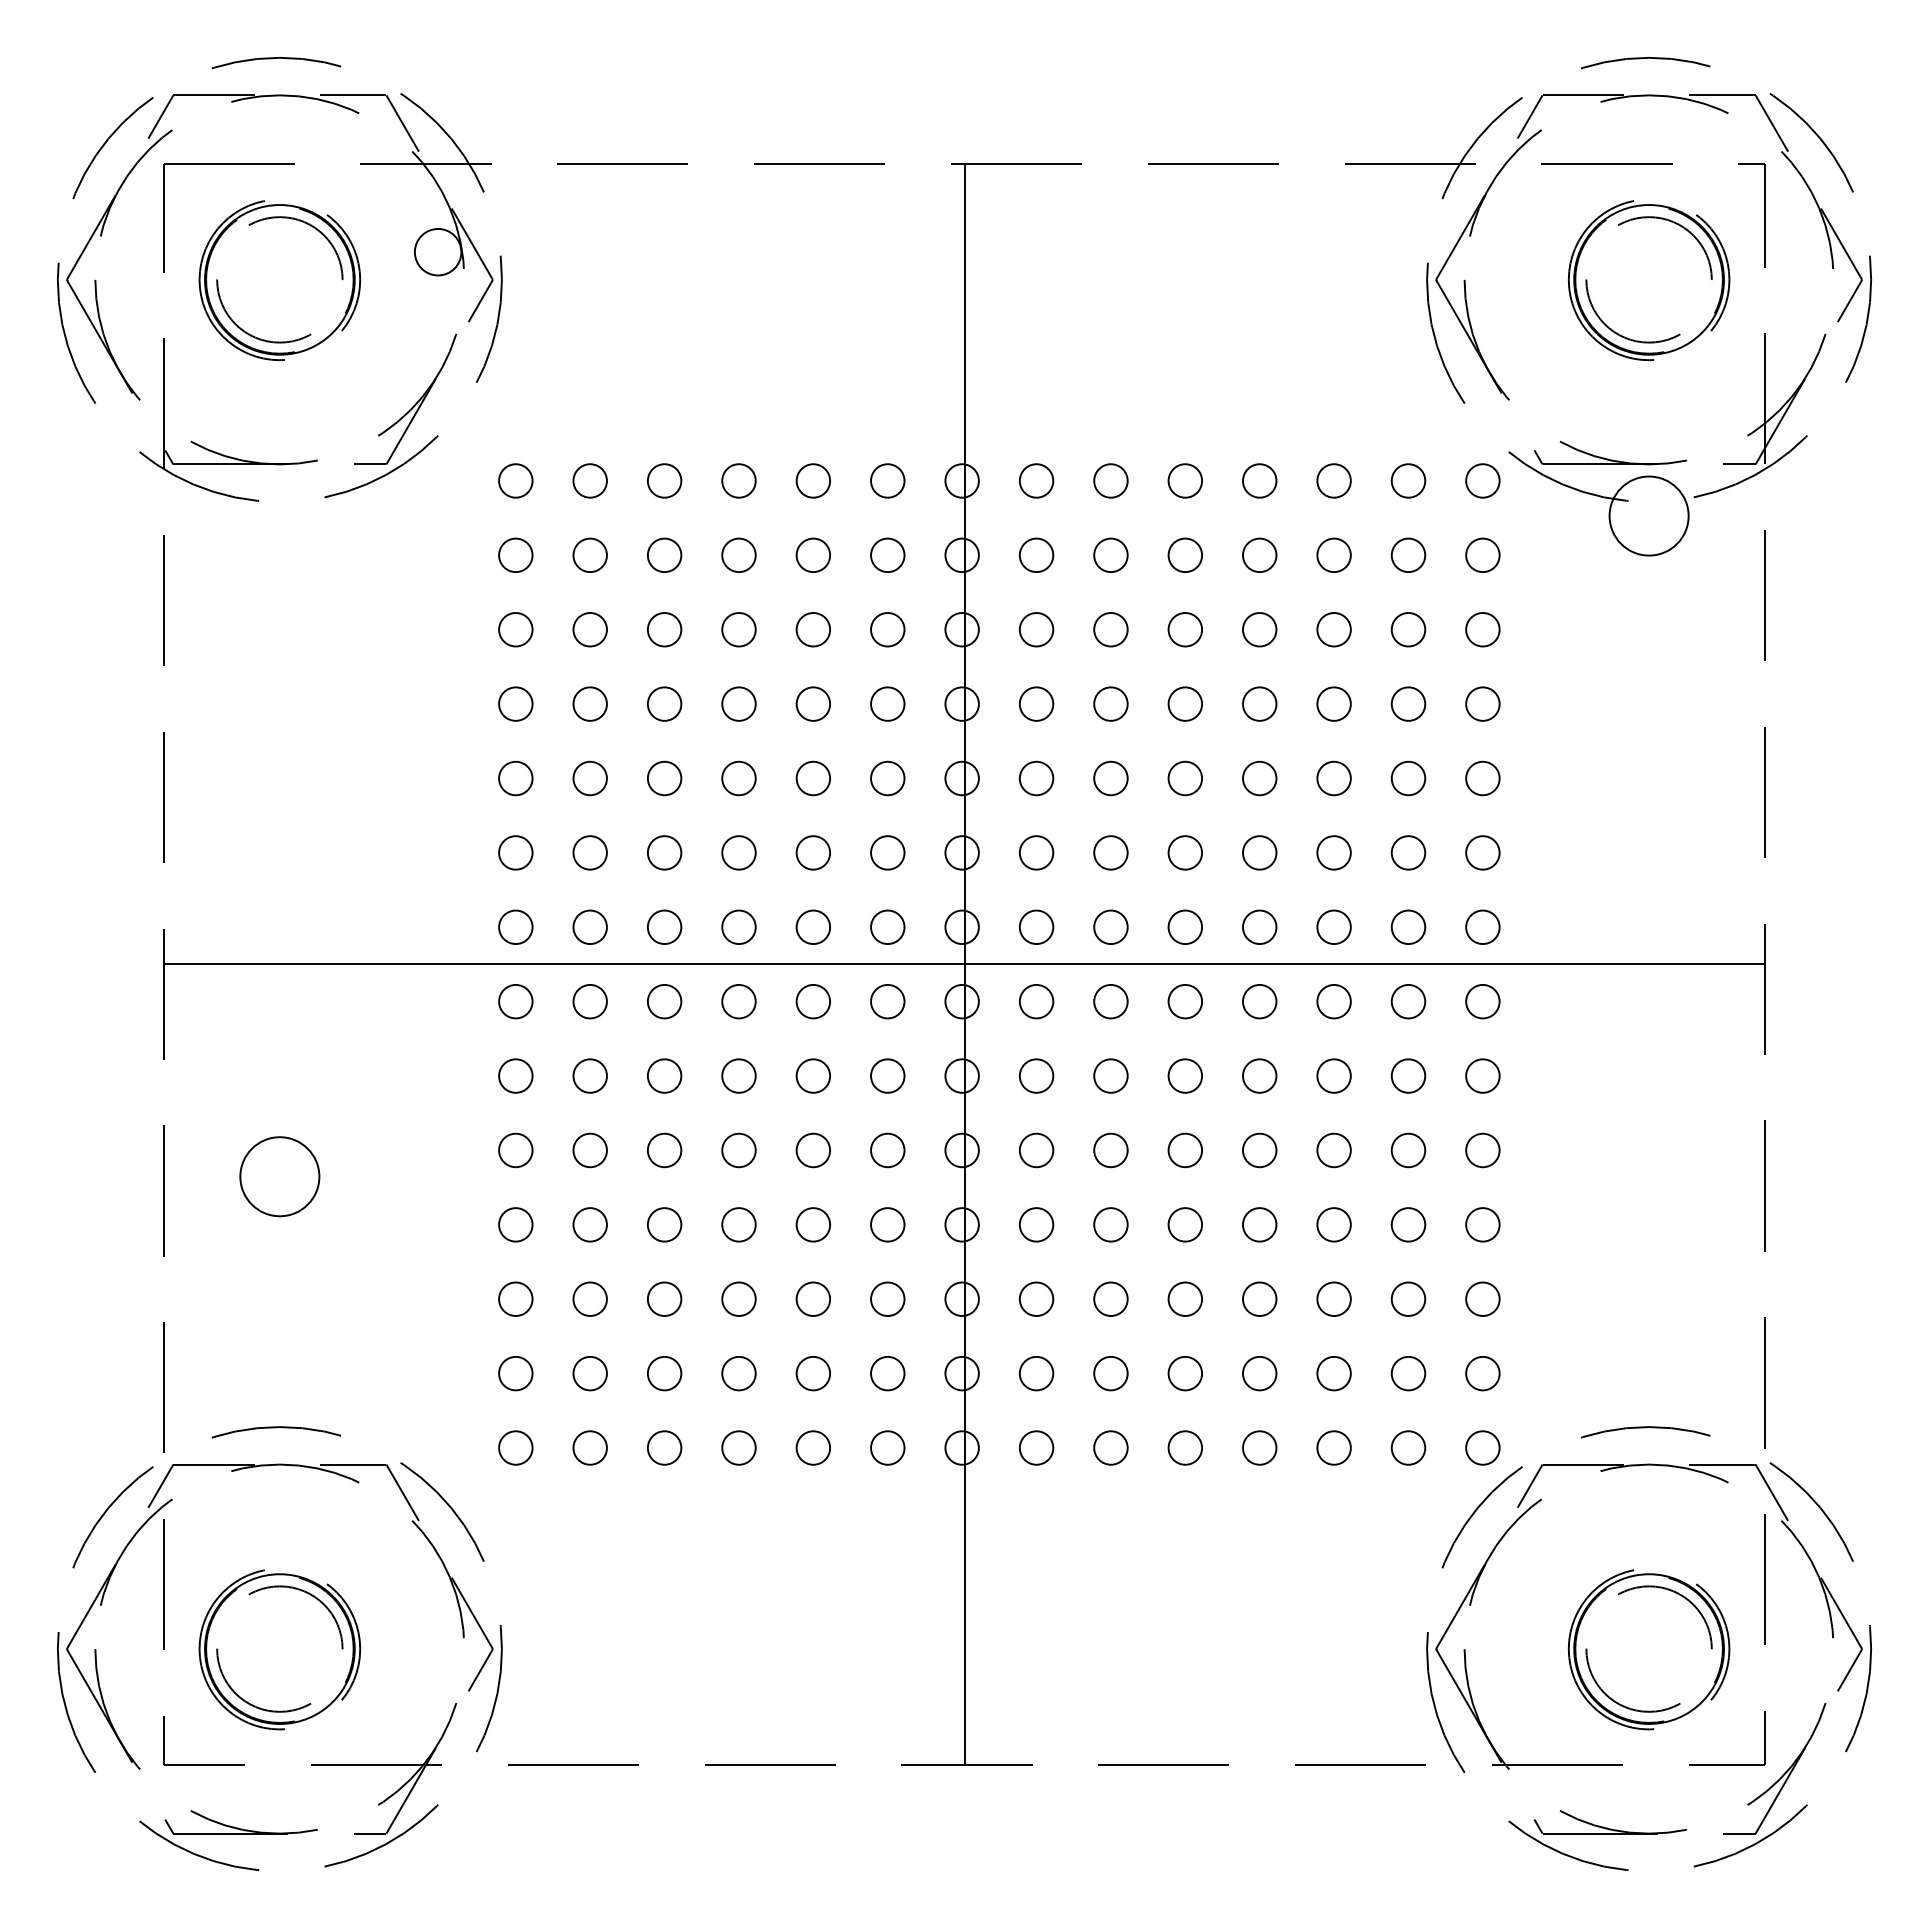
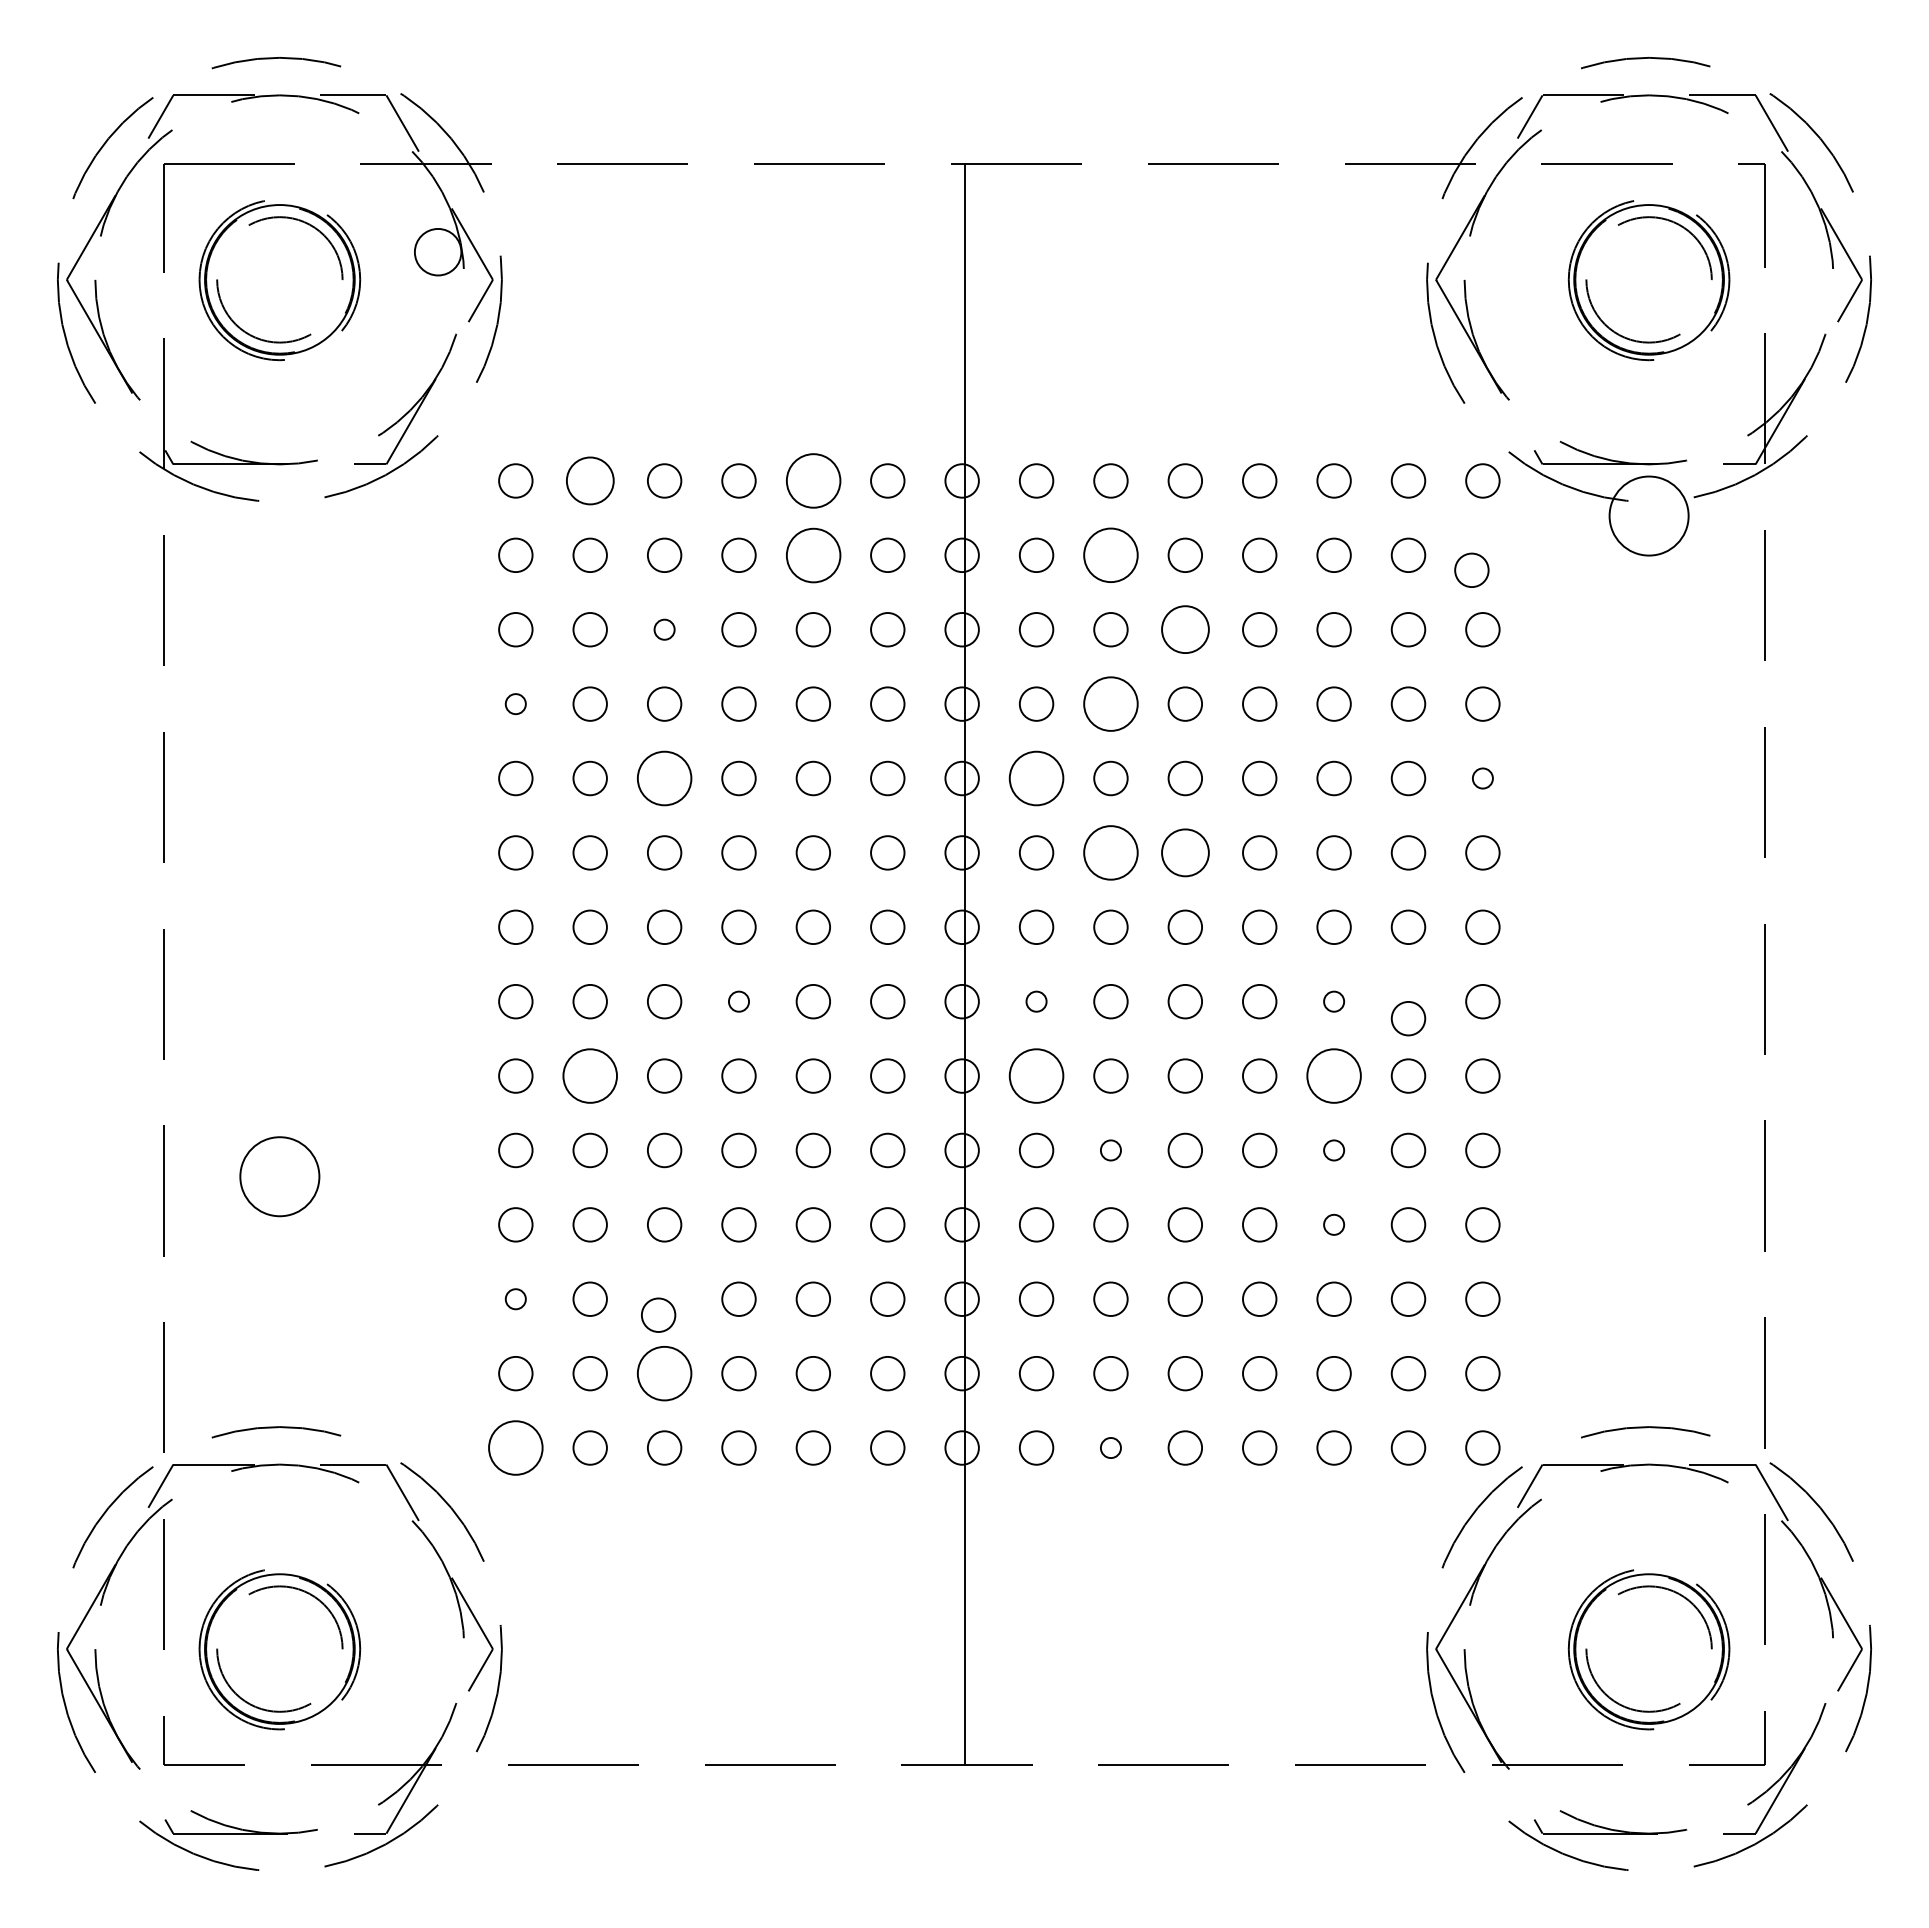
circle at (589, 480) size: 36x36 px -> 49x50 px
circle at (812, 480) size: 36x36 px -> 56x56 px
circle at (812, 554) size: 36x36 px -> 56x57 px
circle at (1482, 554) position: (1482, 554) -> (1471, 569)
circle at (1110, 555) diameter: 33 px -> 54 px
circle at (664, 629) diameter: 33 px -> 20 px
circle at (1184, 629) size: 36x36 px -> 49x49 px
circle at (515, 703) diameter: 33 px -> 20 px
circle at (1110, 703) diameter: 33 px -> 54 px
circle at (664, 778) diameter: 33 px -> 54 px
circle at (1036, 778) diameter: 33 px -> 54 px
circle at (1482, 778) diameter: 33 px -> 20 px
circle at (1110, 852) diameter: 33 px -> 54 px
circle at (1184, 852) size: 36x36 px -> 49x50 px
line at (964, 964): present -> none
circle at (738, 1001) diameter: 33 px -> 20 px
circle at (1036, 1001) diameter: 33 px -> 20 px
circle at (1333, 1001) diameter: 33 px -> 20 px
circle at (1408, 1001) position: (1408, 1001) -> (1408, 1018)
circle at (589, 1075) diameter: 33 px -> 54 px
circle at (1036, 1075) diameter: 33 px -> 54 px
circle at (1333, 1075) diameter: 33 px -> 54 px
circle at (1110, 1150) diameter: 33 px -> 20 px
circle at (1333, 1150) diameter: 33 px -> 20 px
circle at (1333, 1224) diameter: 33 px -> 20 px
circle at (515, 1298) diameter: 33 px -> 20 px
circle at (664, 1298) position: (664, 1298) -> (658, 1314)
circle at (664, 1373) diameter: 33 px -> 54 px
circle at (515, 1447) diameter: 33 px -> 54 px
circle at (1110, 1447) diameter: 33 px -> 20 px
